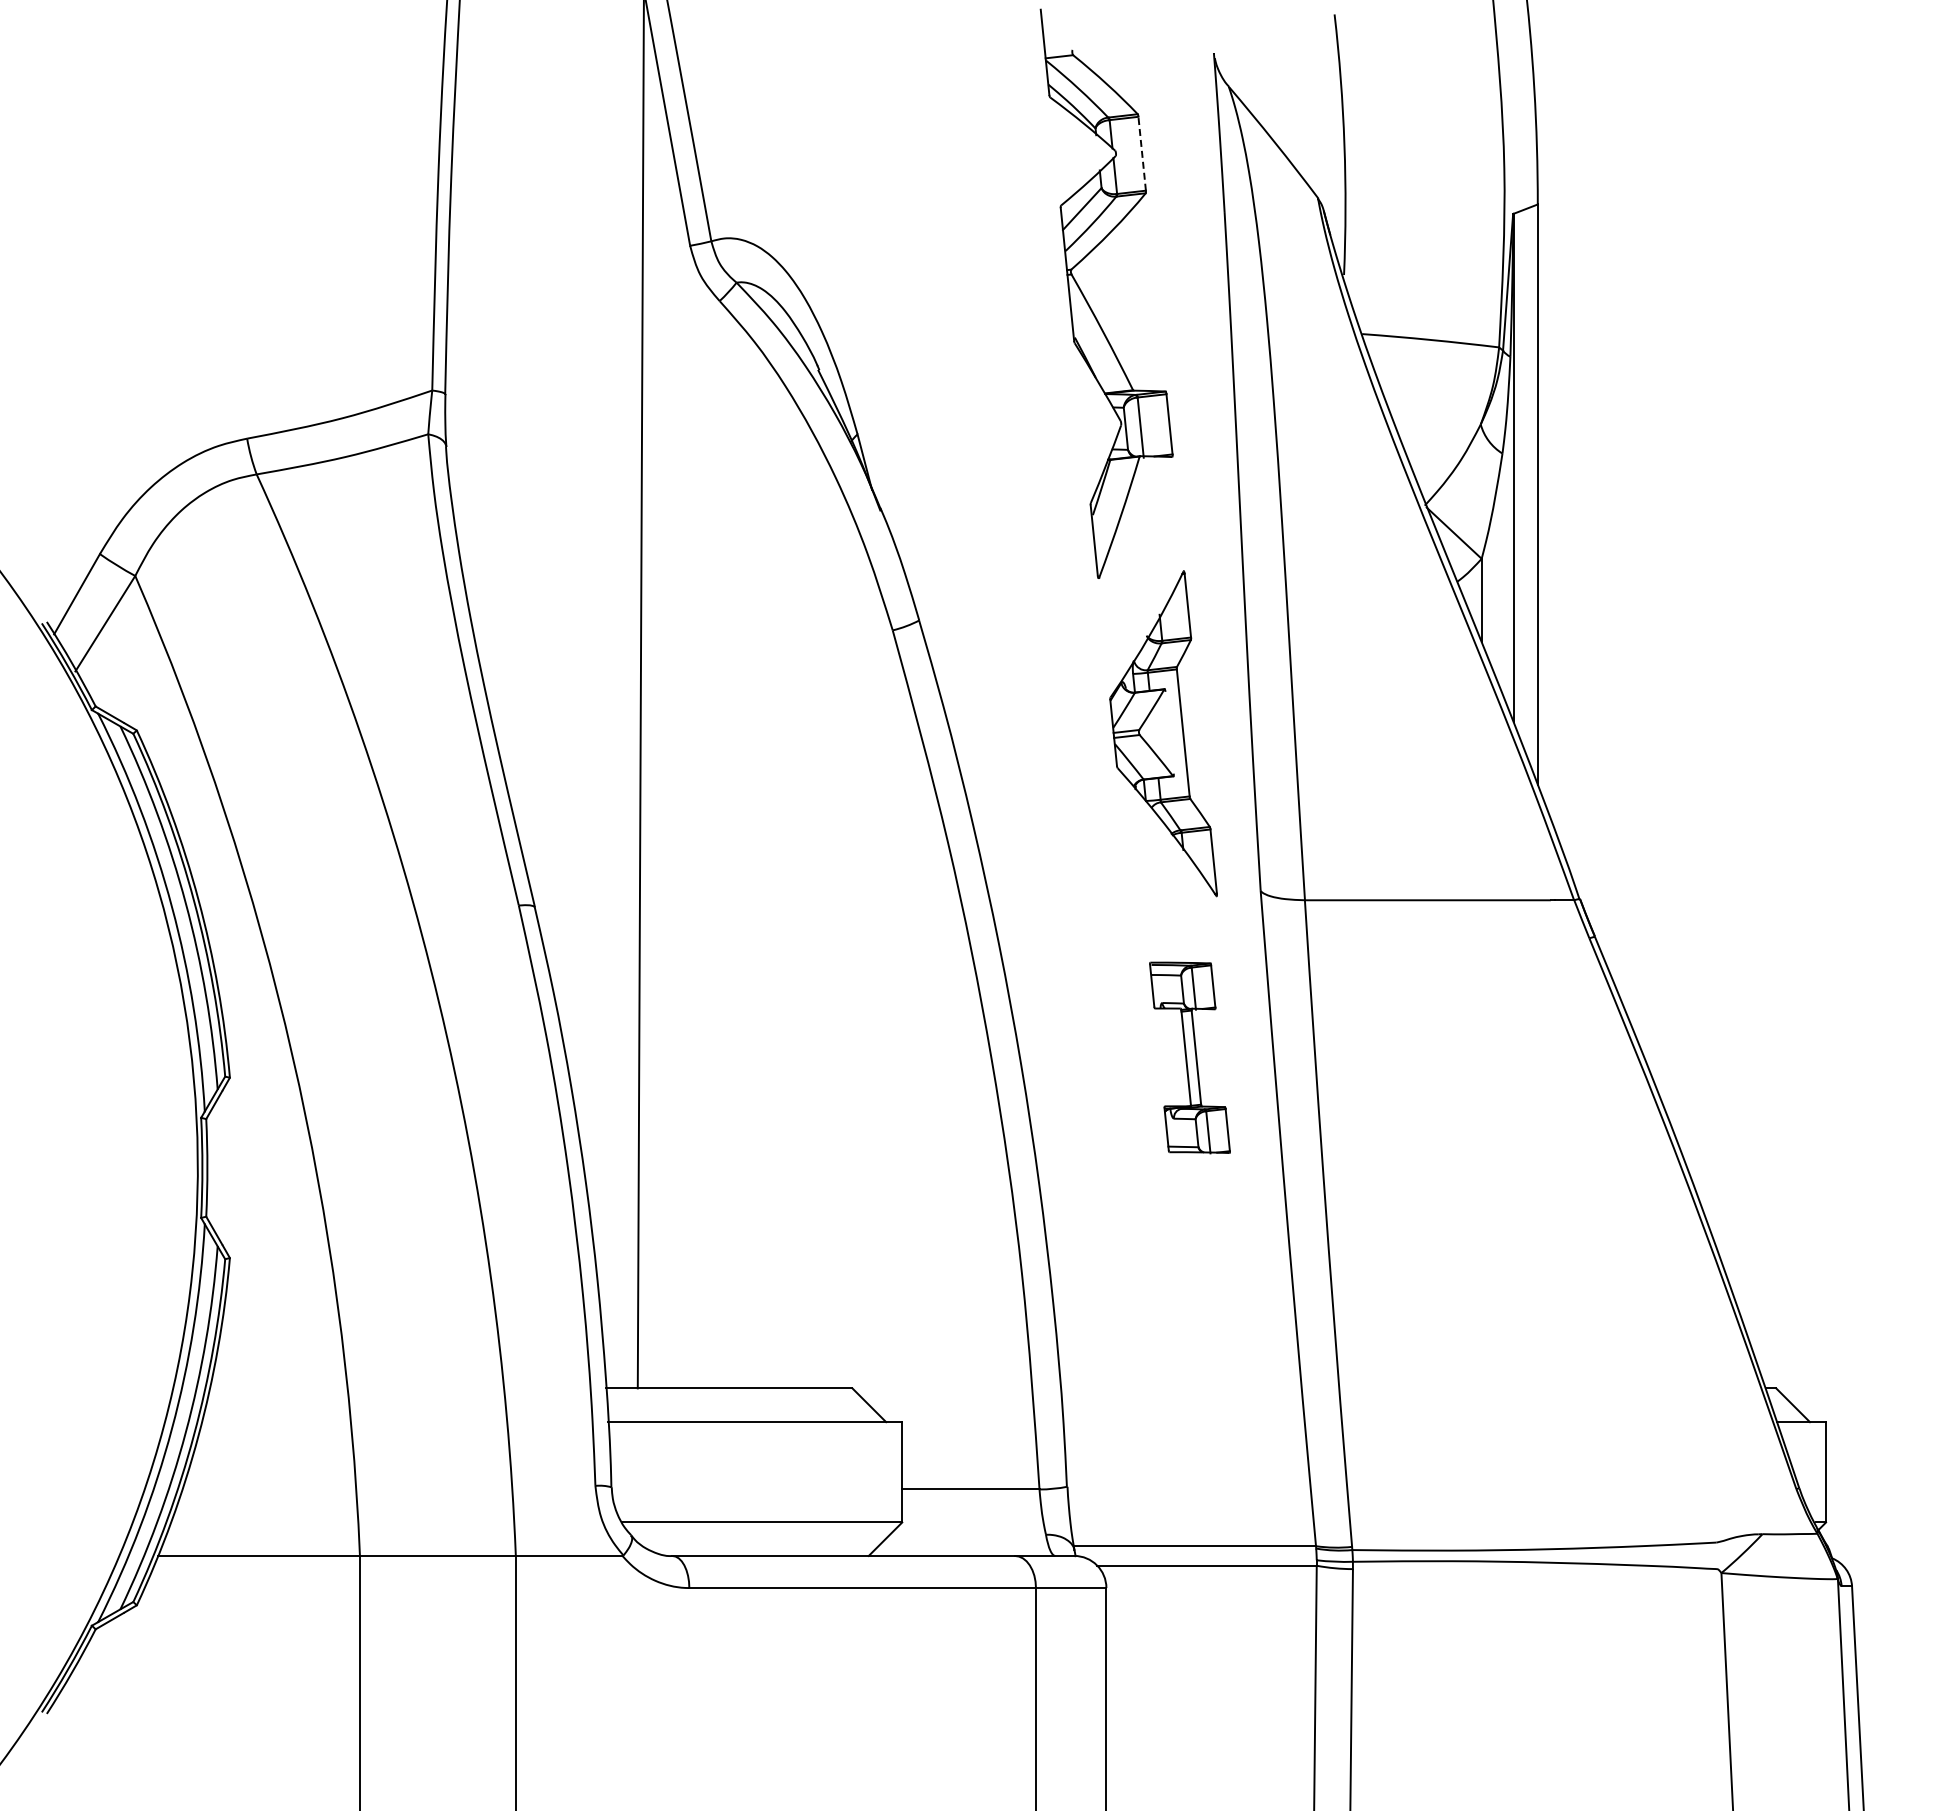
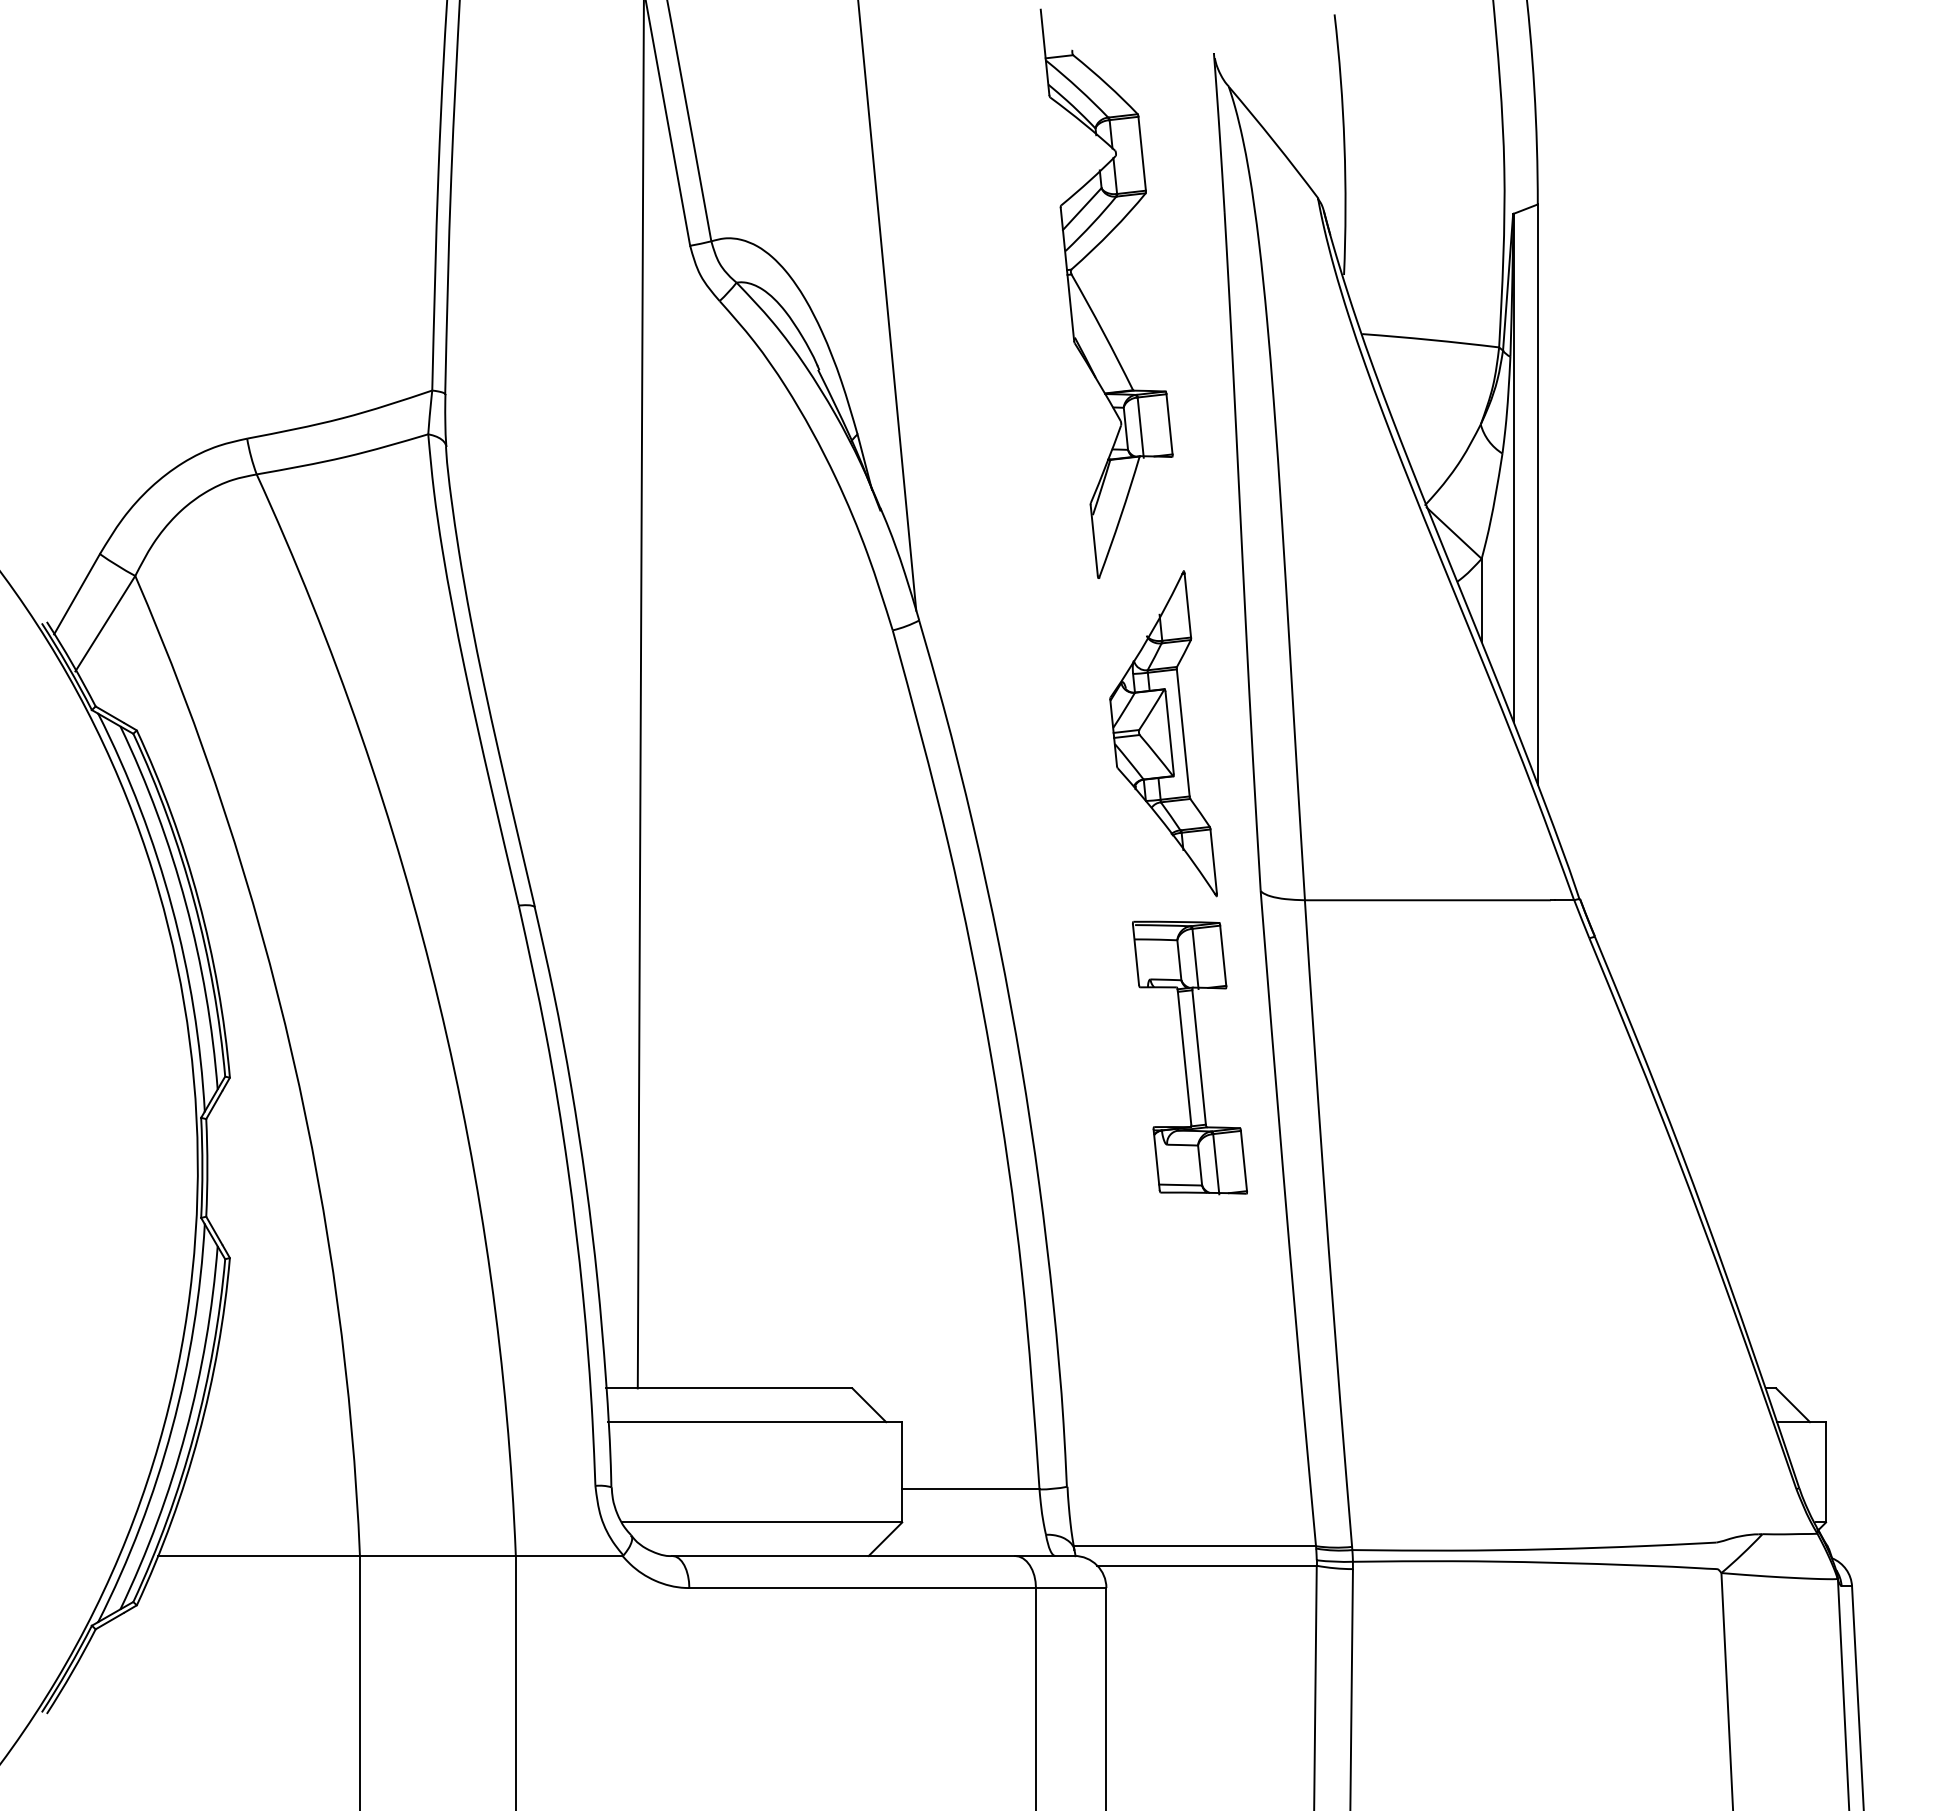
line at (1142, 153): dashed -> solid
line at (887, 306): none -> present
line at (1169, 732): none -> present
part at (1189, 1057) size: 82x194 px -> 116x276 px
